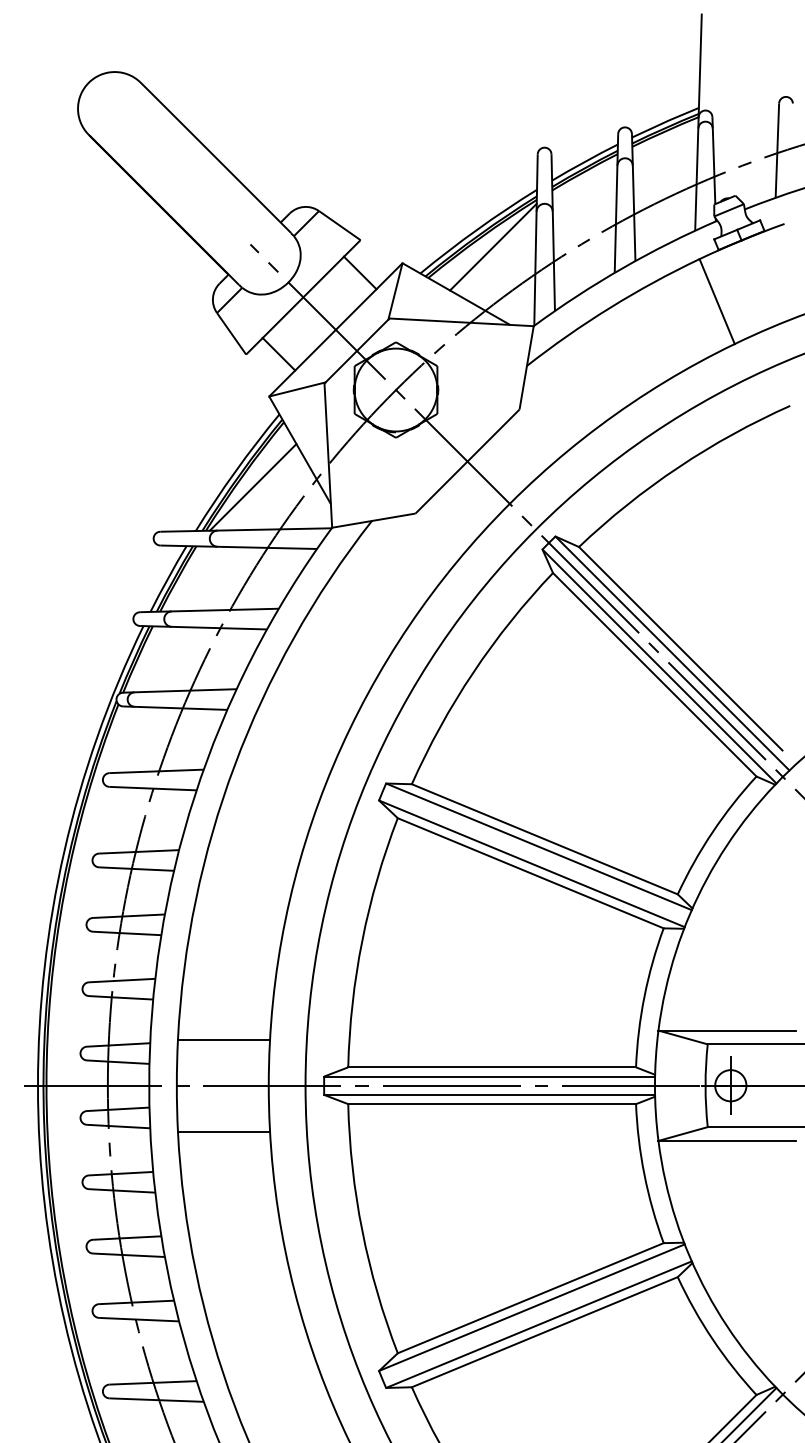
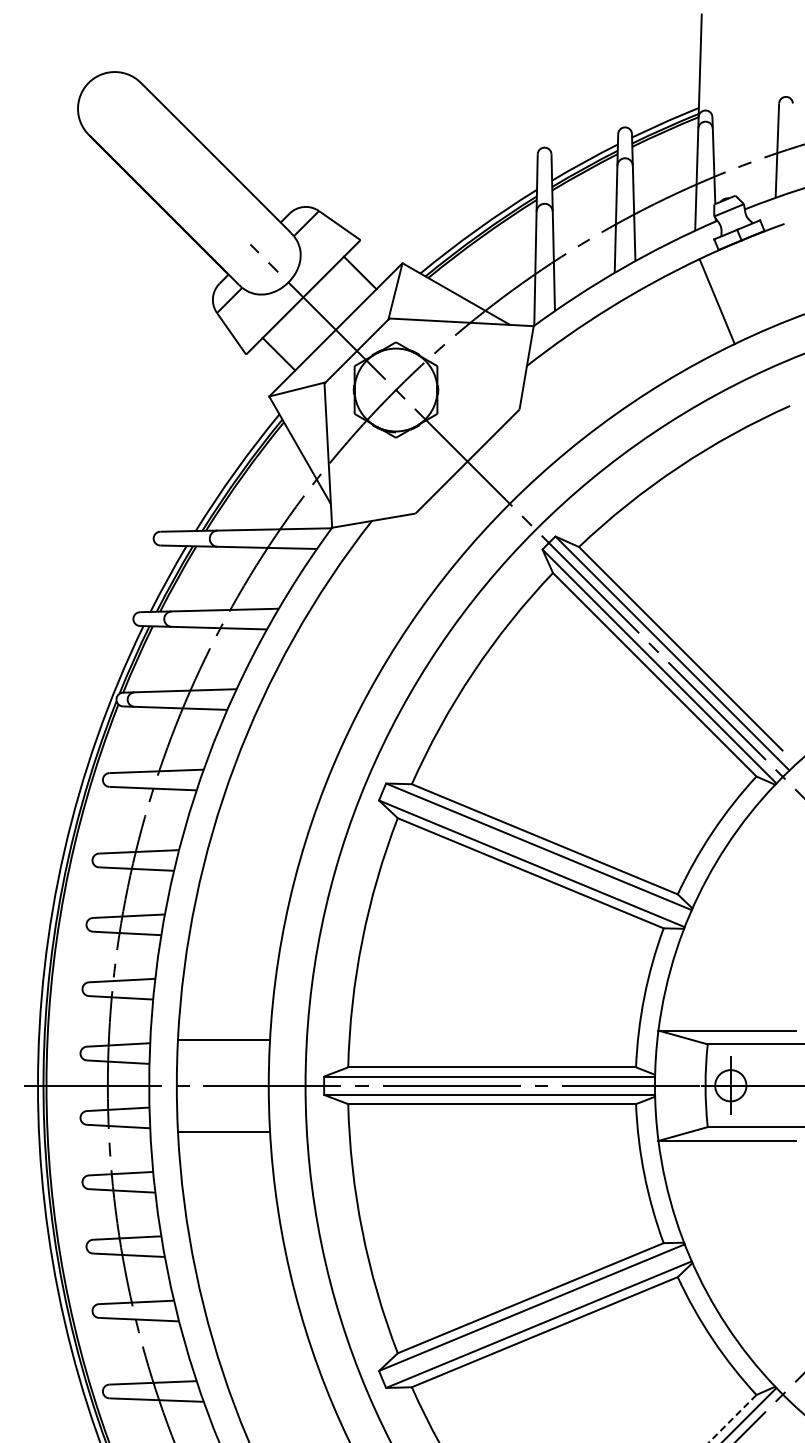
line at (493, 246): present -> none
line at (252, 487): present -> none
line at (732, 1418): solid -> dashed
